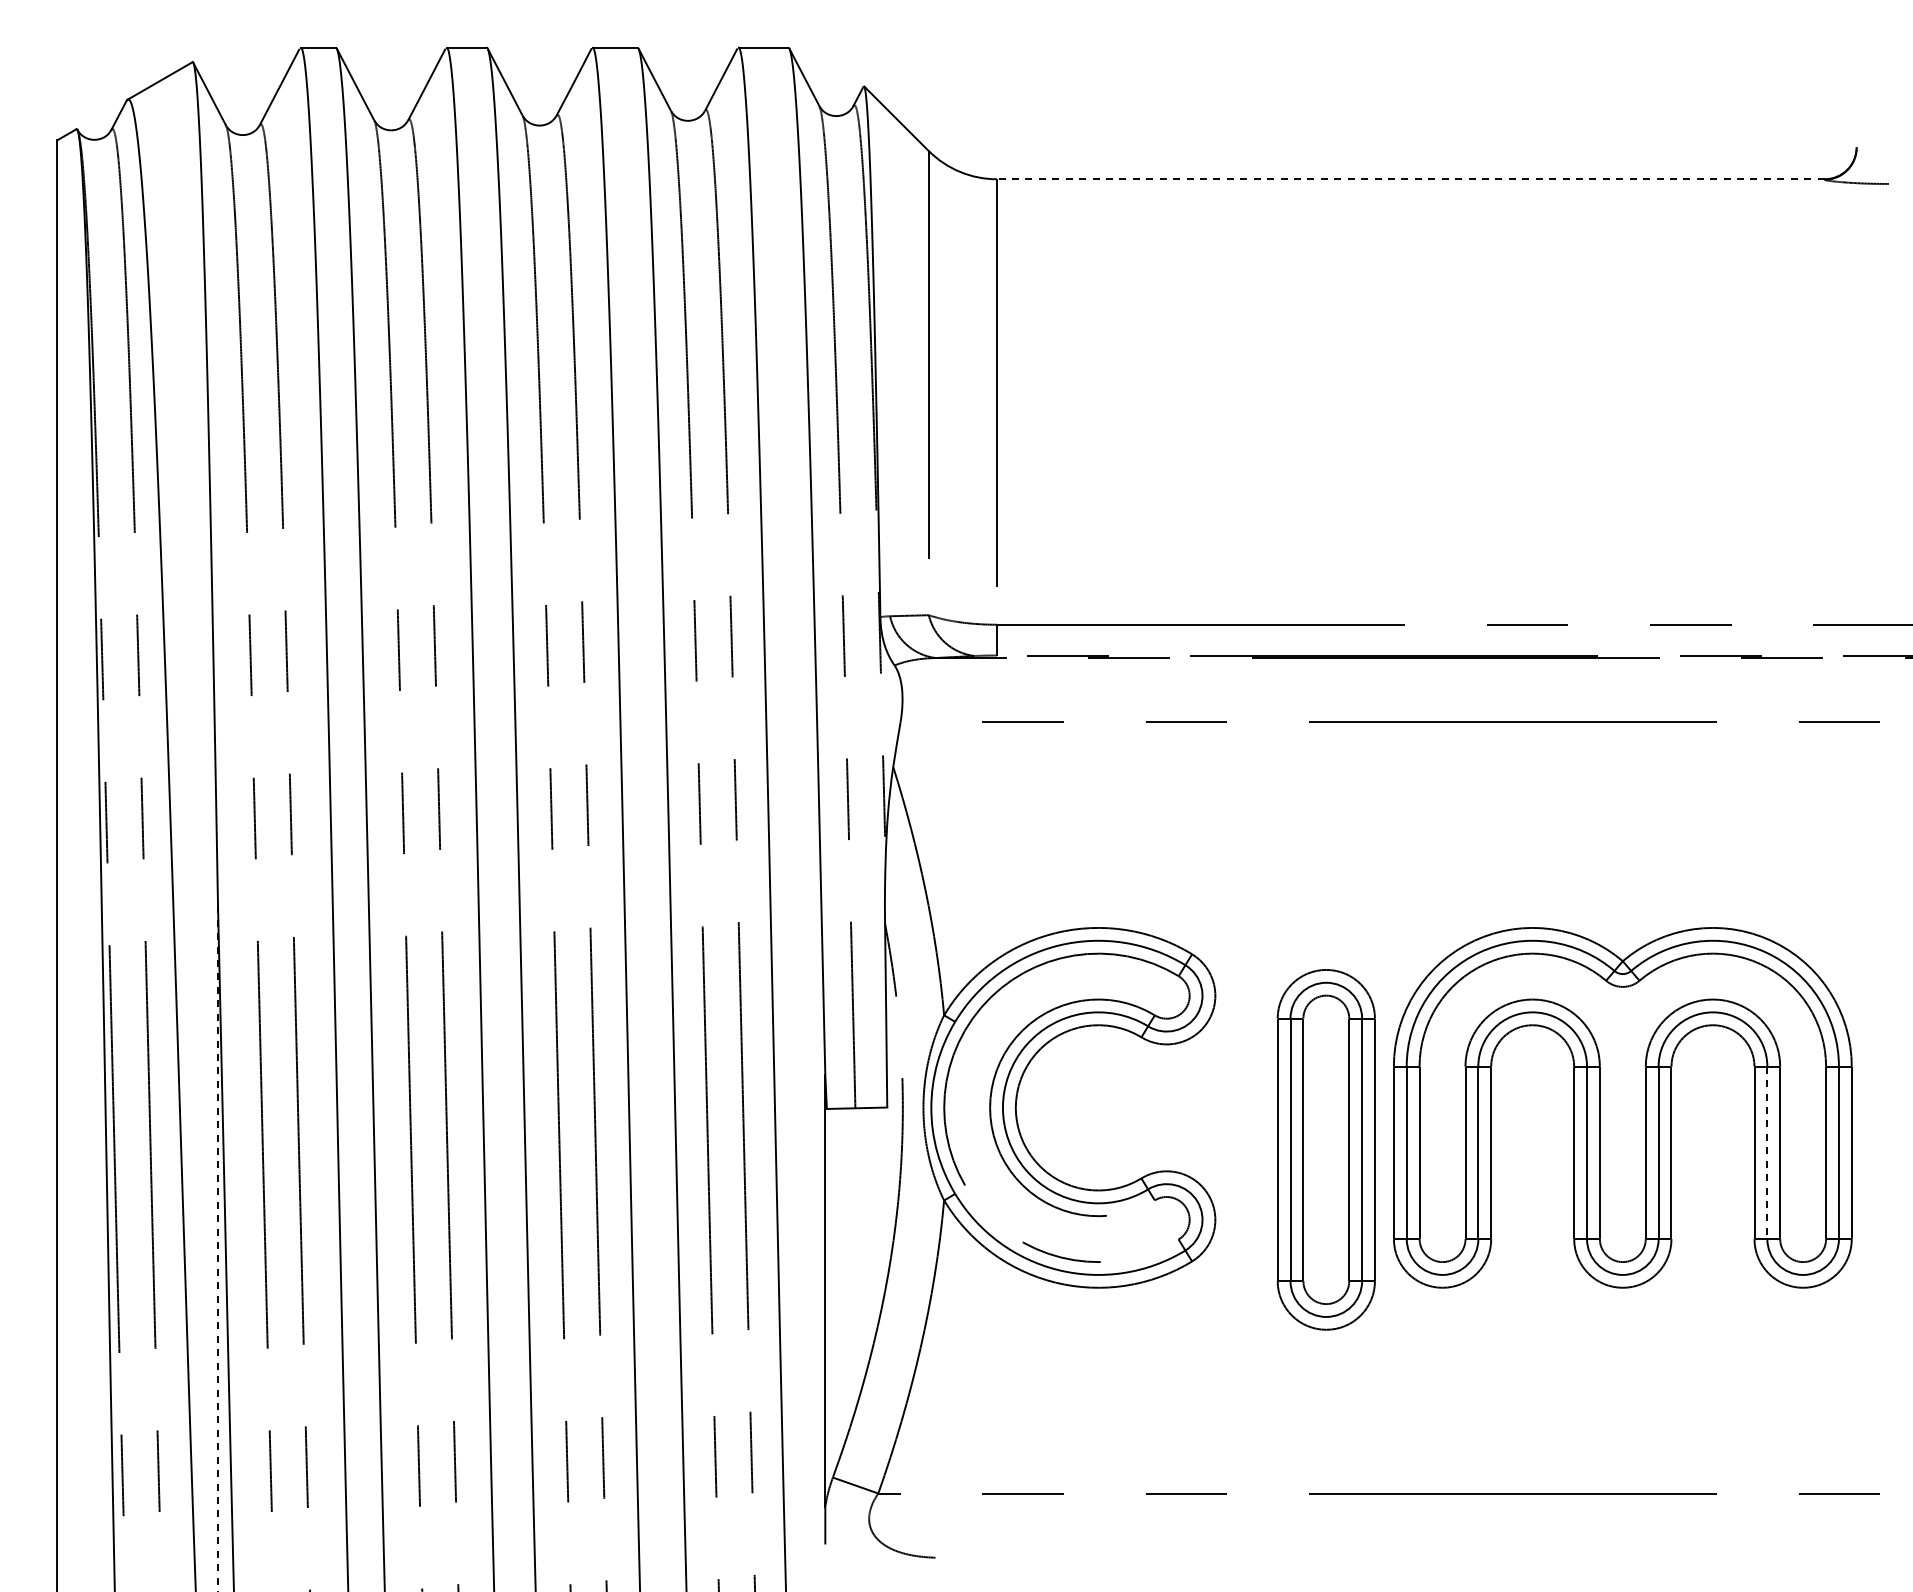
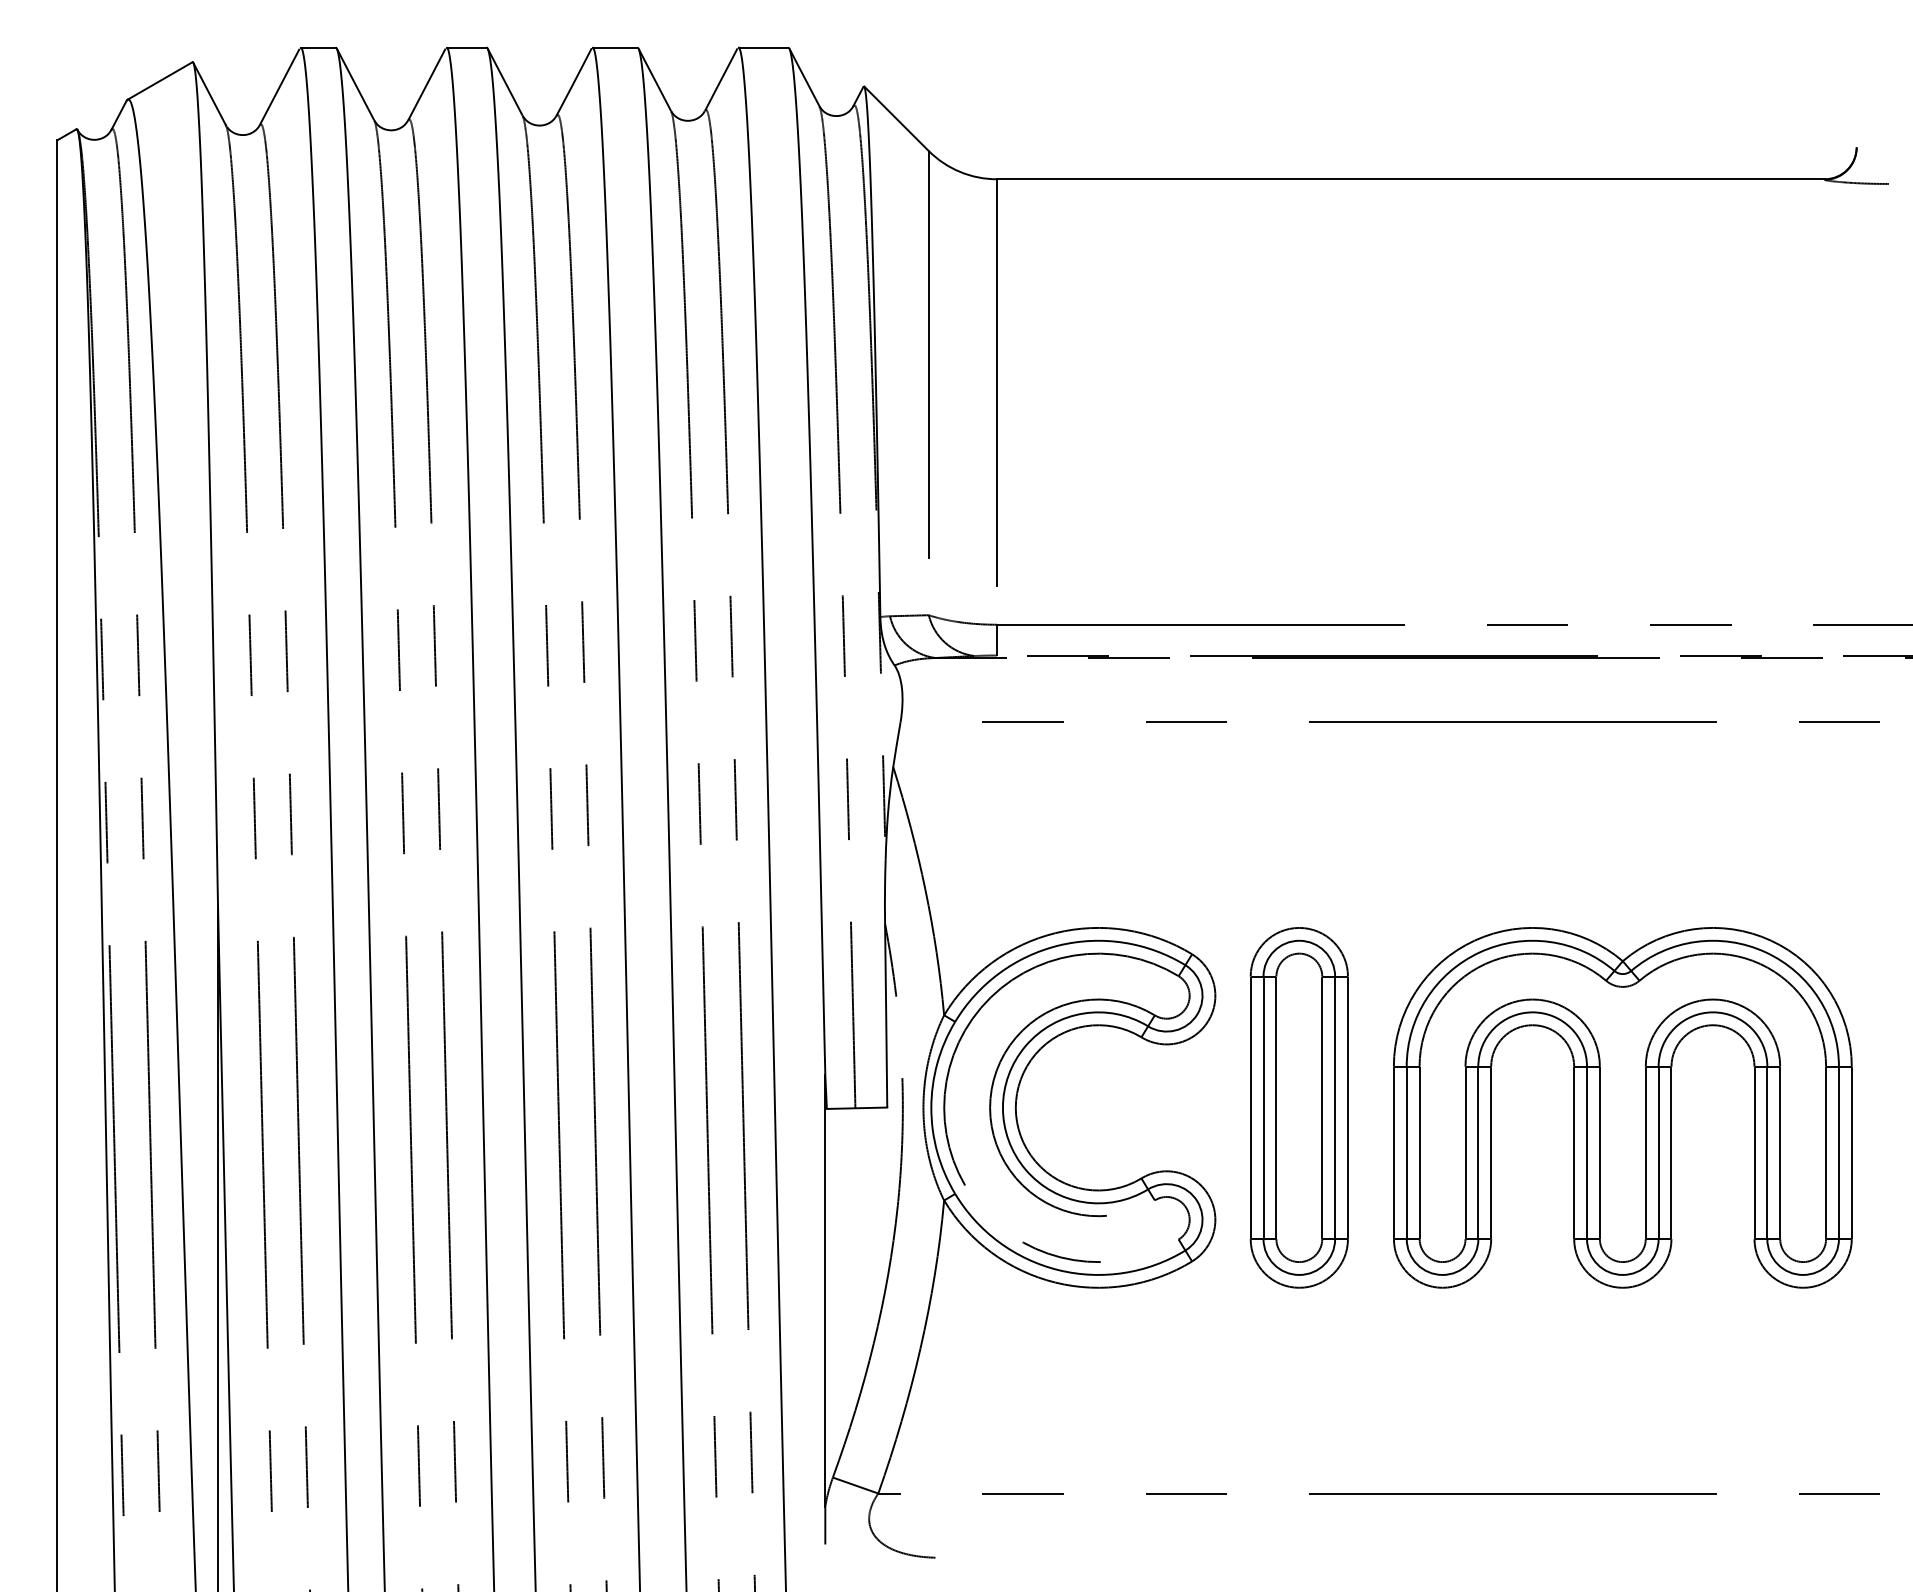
line at (1410, 179): dashed -> solid
part at (1325, 1149) position: (1325, 1149) -> (1298, 1107)
line at (1767, 1153): dashed -> solid
line at (218, 1249): dashed -> solid
